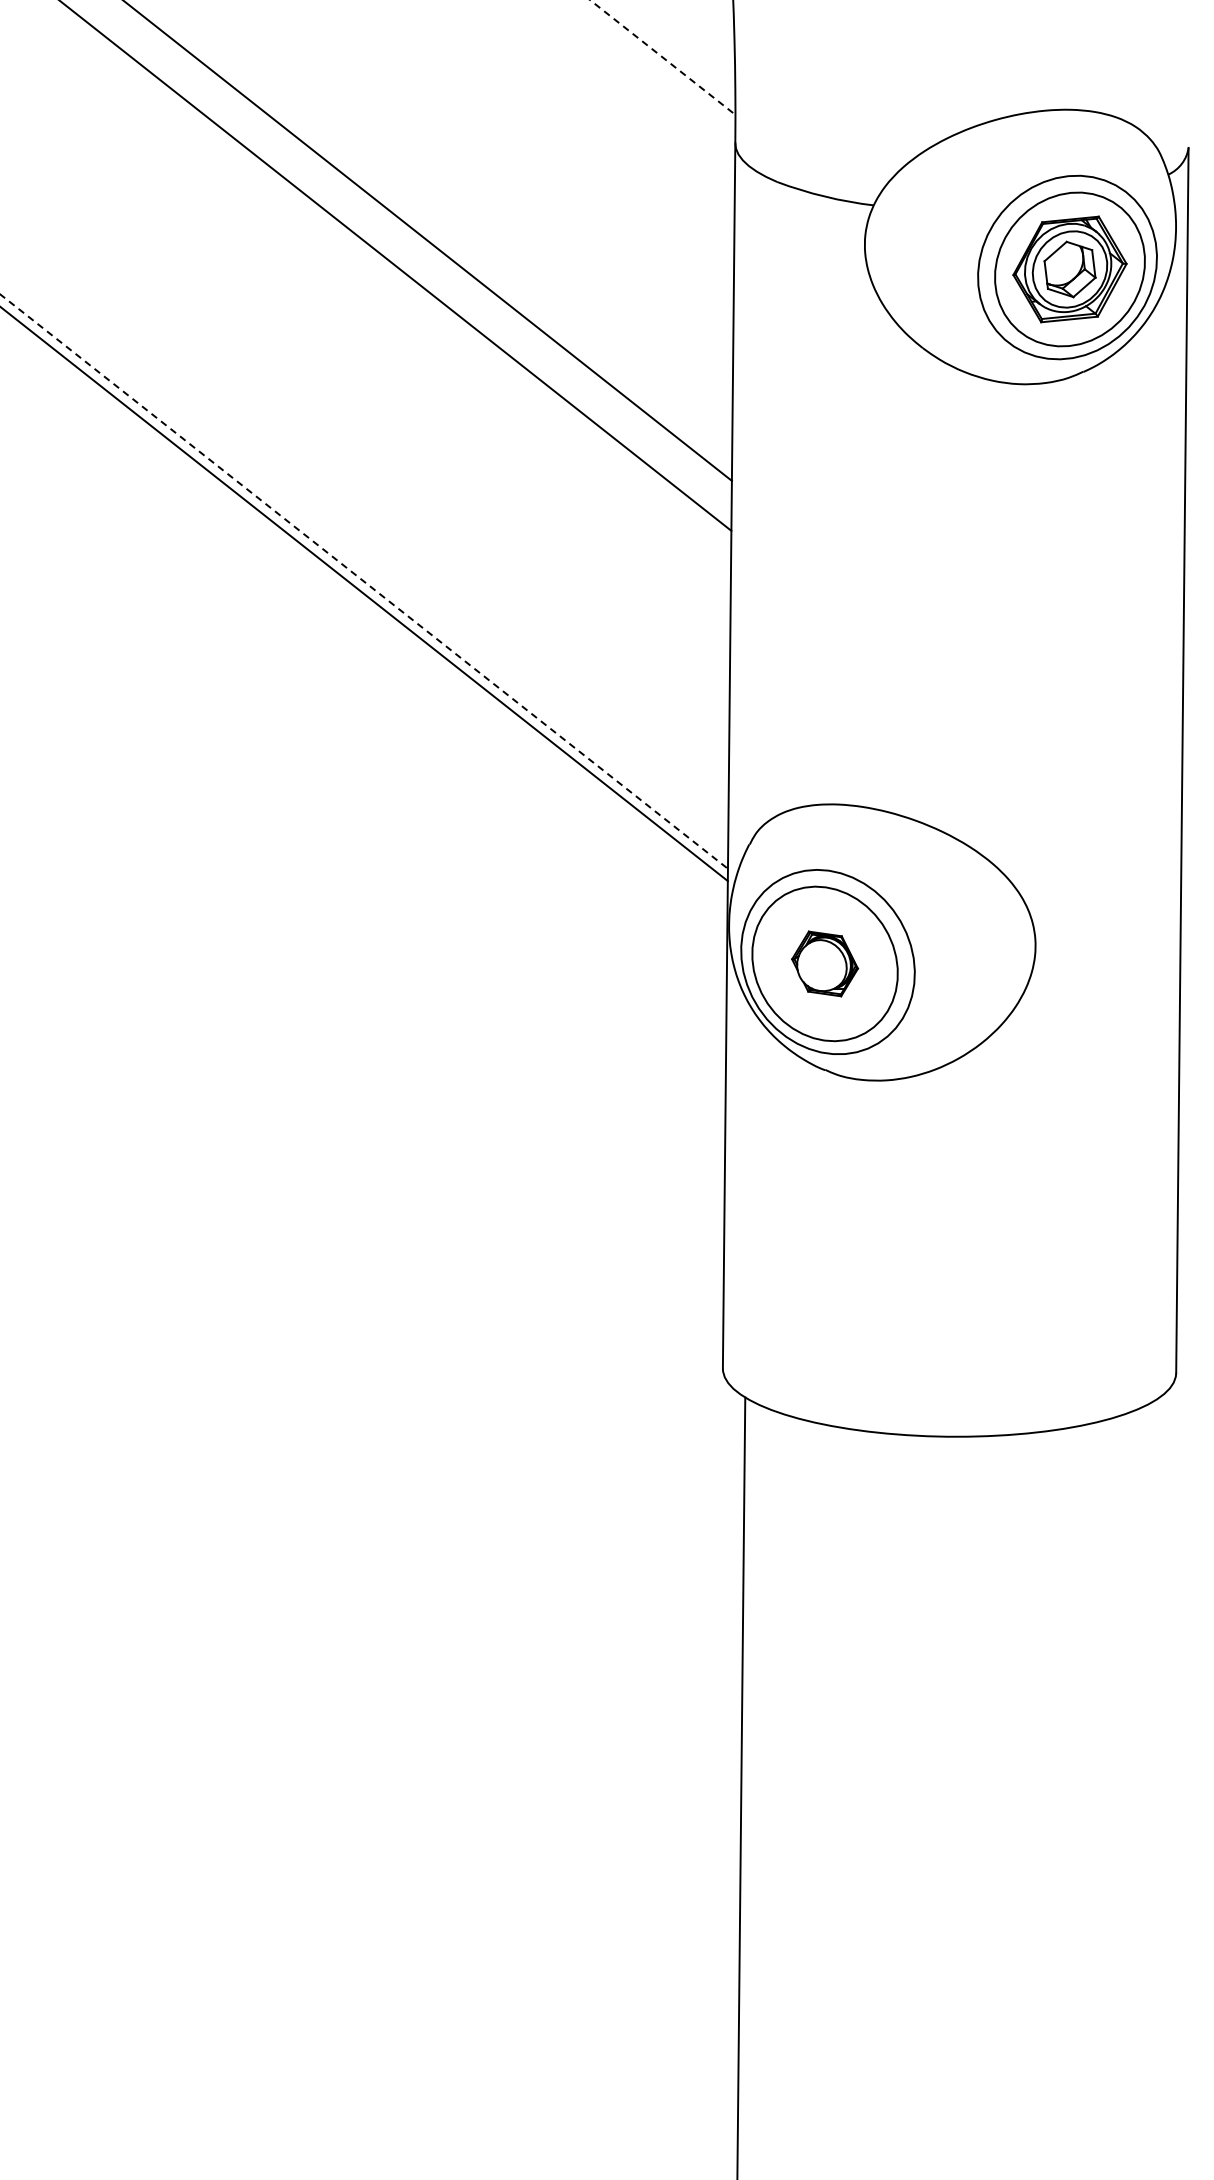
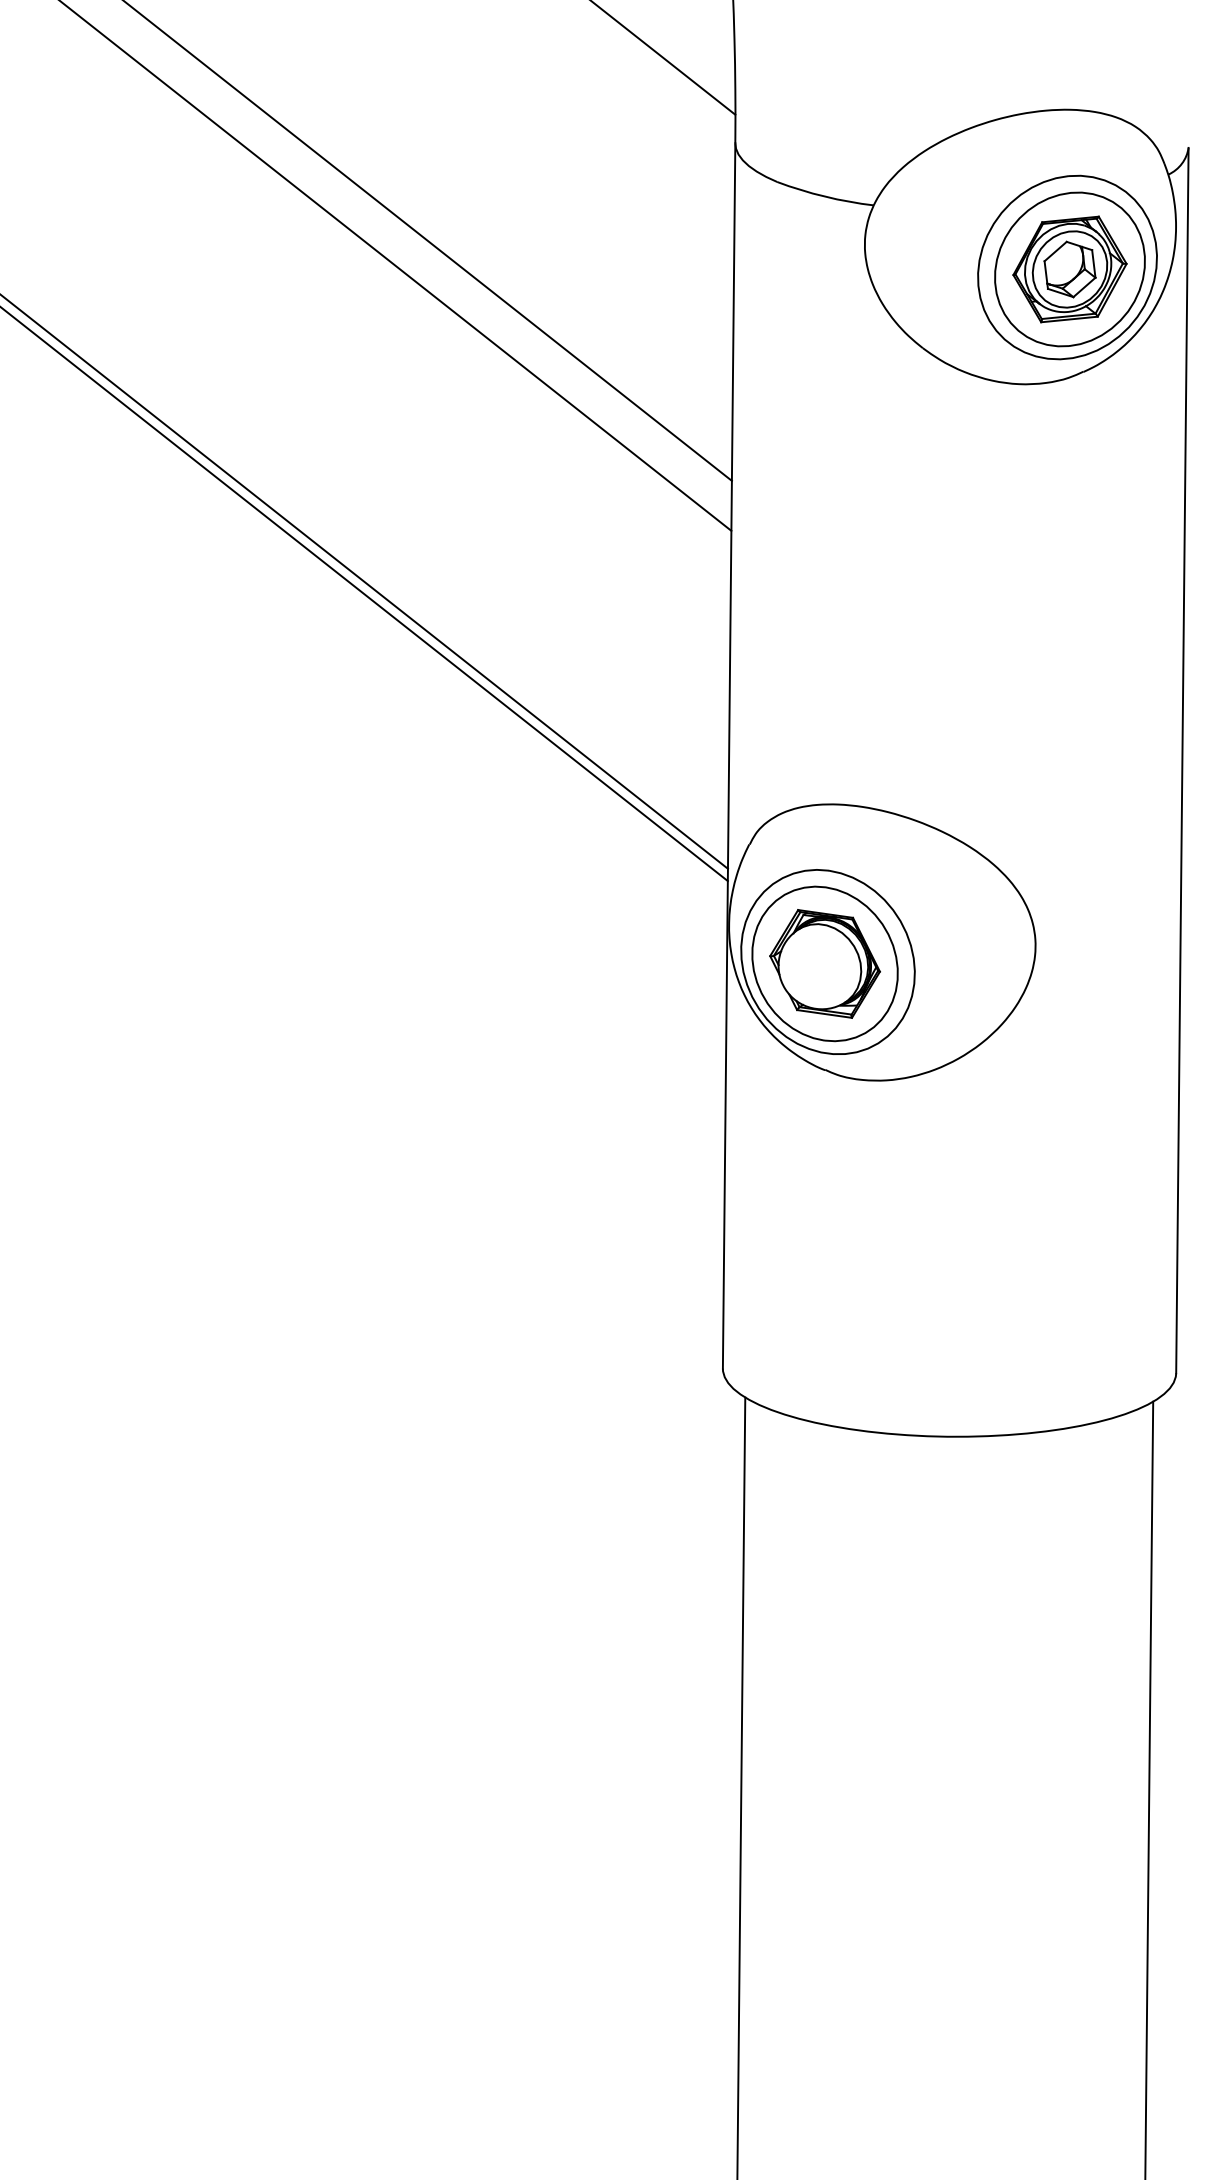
line at (663, 57): dashed -> solid
line at (364, 581): dashed -> solid
part at (825, 963) size: 69x68 px -> 112x110 px
line at (1149, 1788): none -> present
